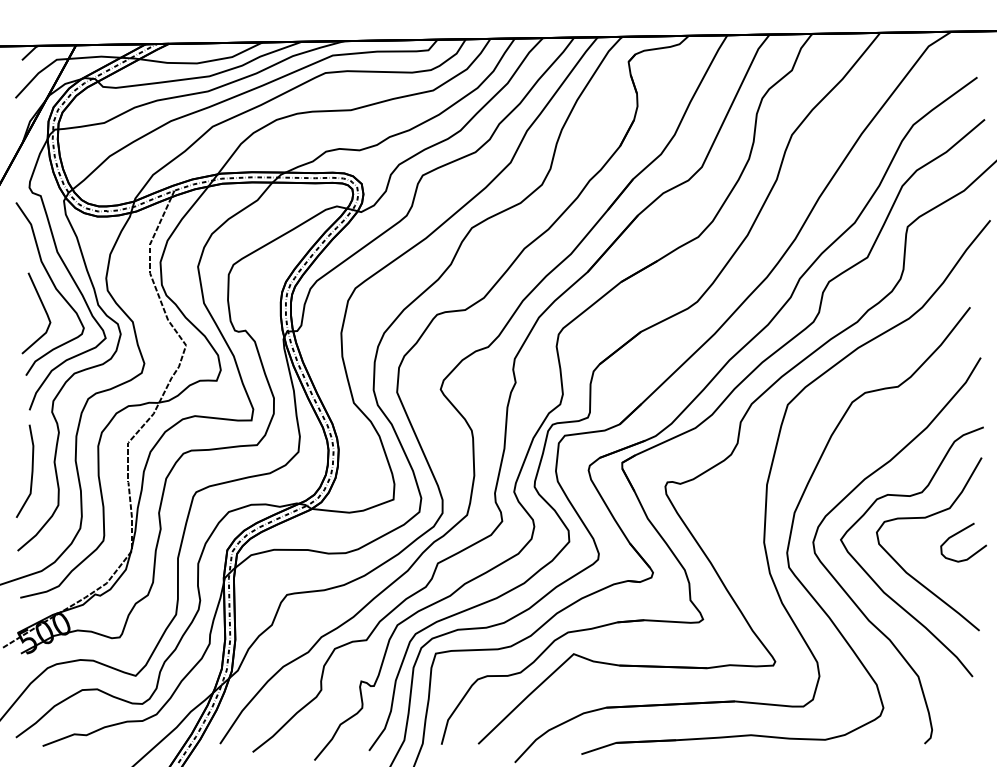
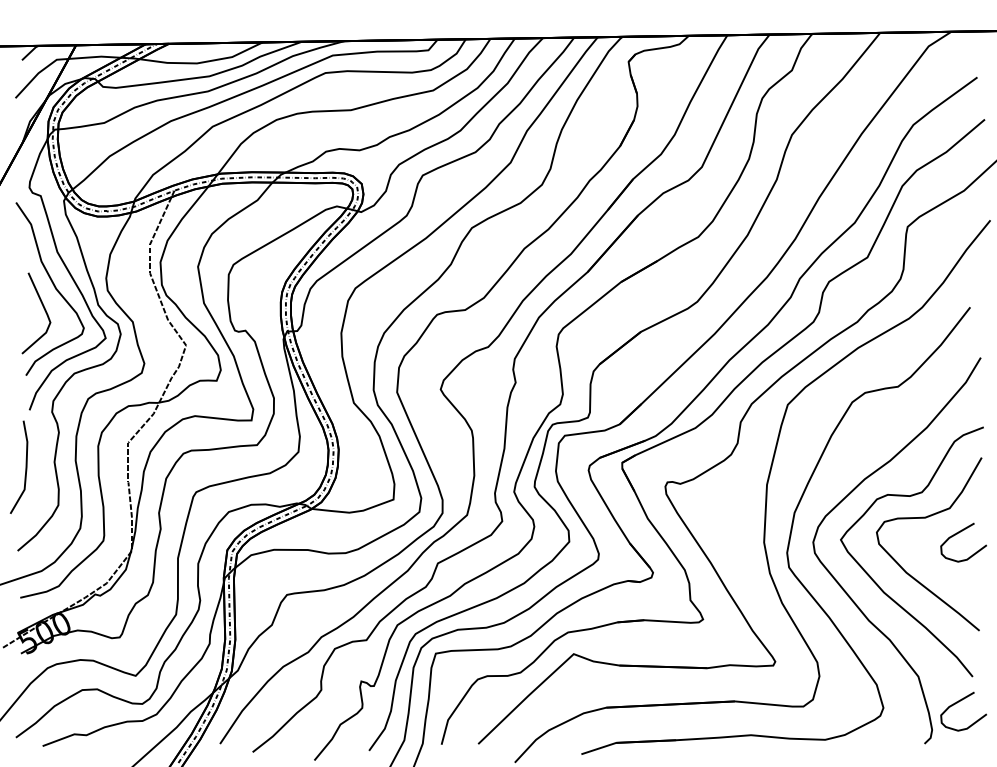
line at (31, 470) position: (31, 470) -> (25, 466)
curve at (959, 702): none -> present
